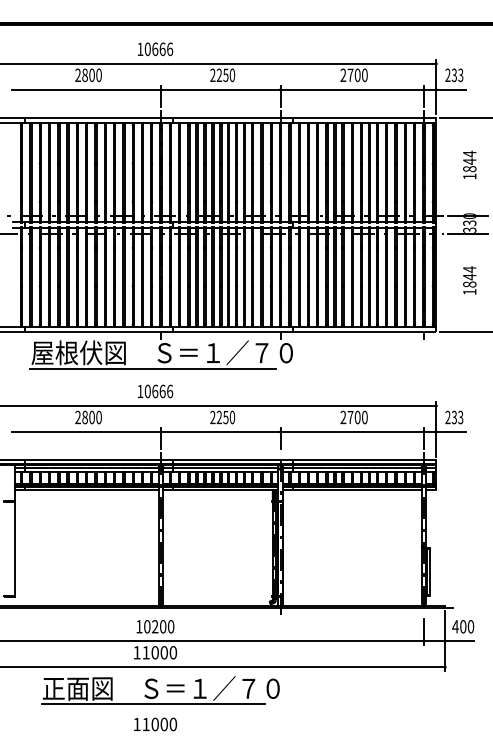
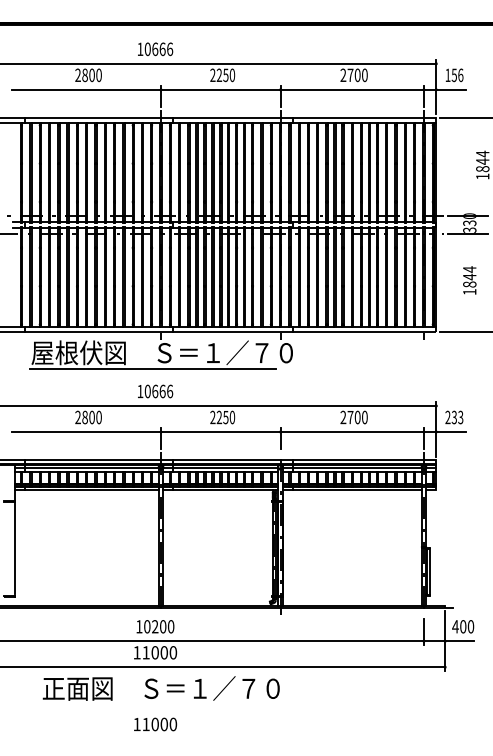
text at (454, 74): 233 -> 156
text at (469, 164) position: (469, 164) -> (482, 164)
line at (152, 704): present -> none
